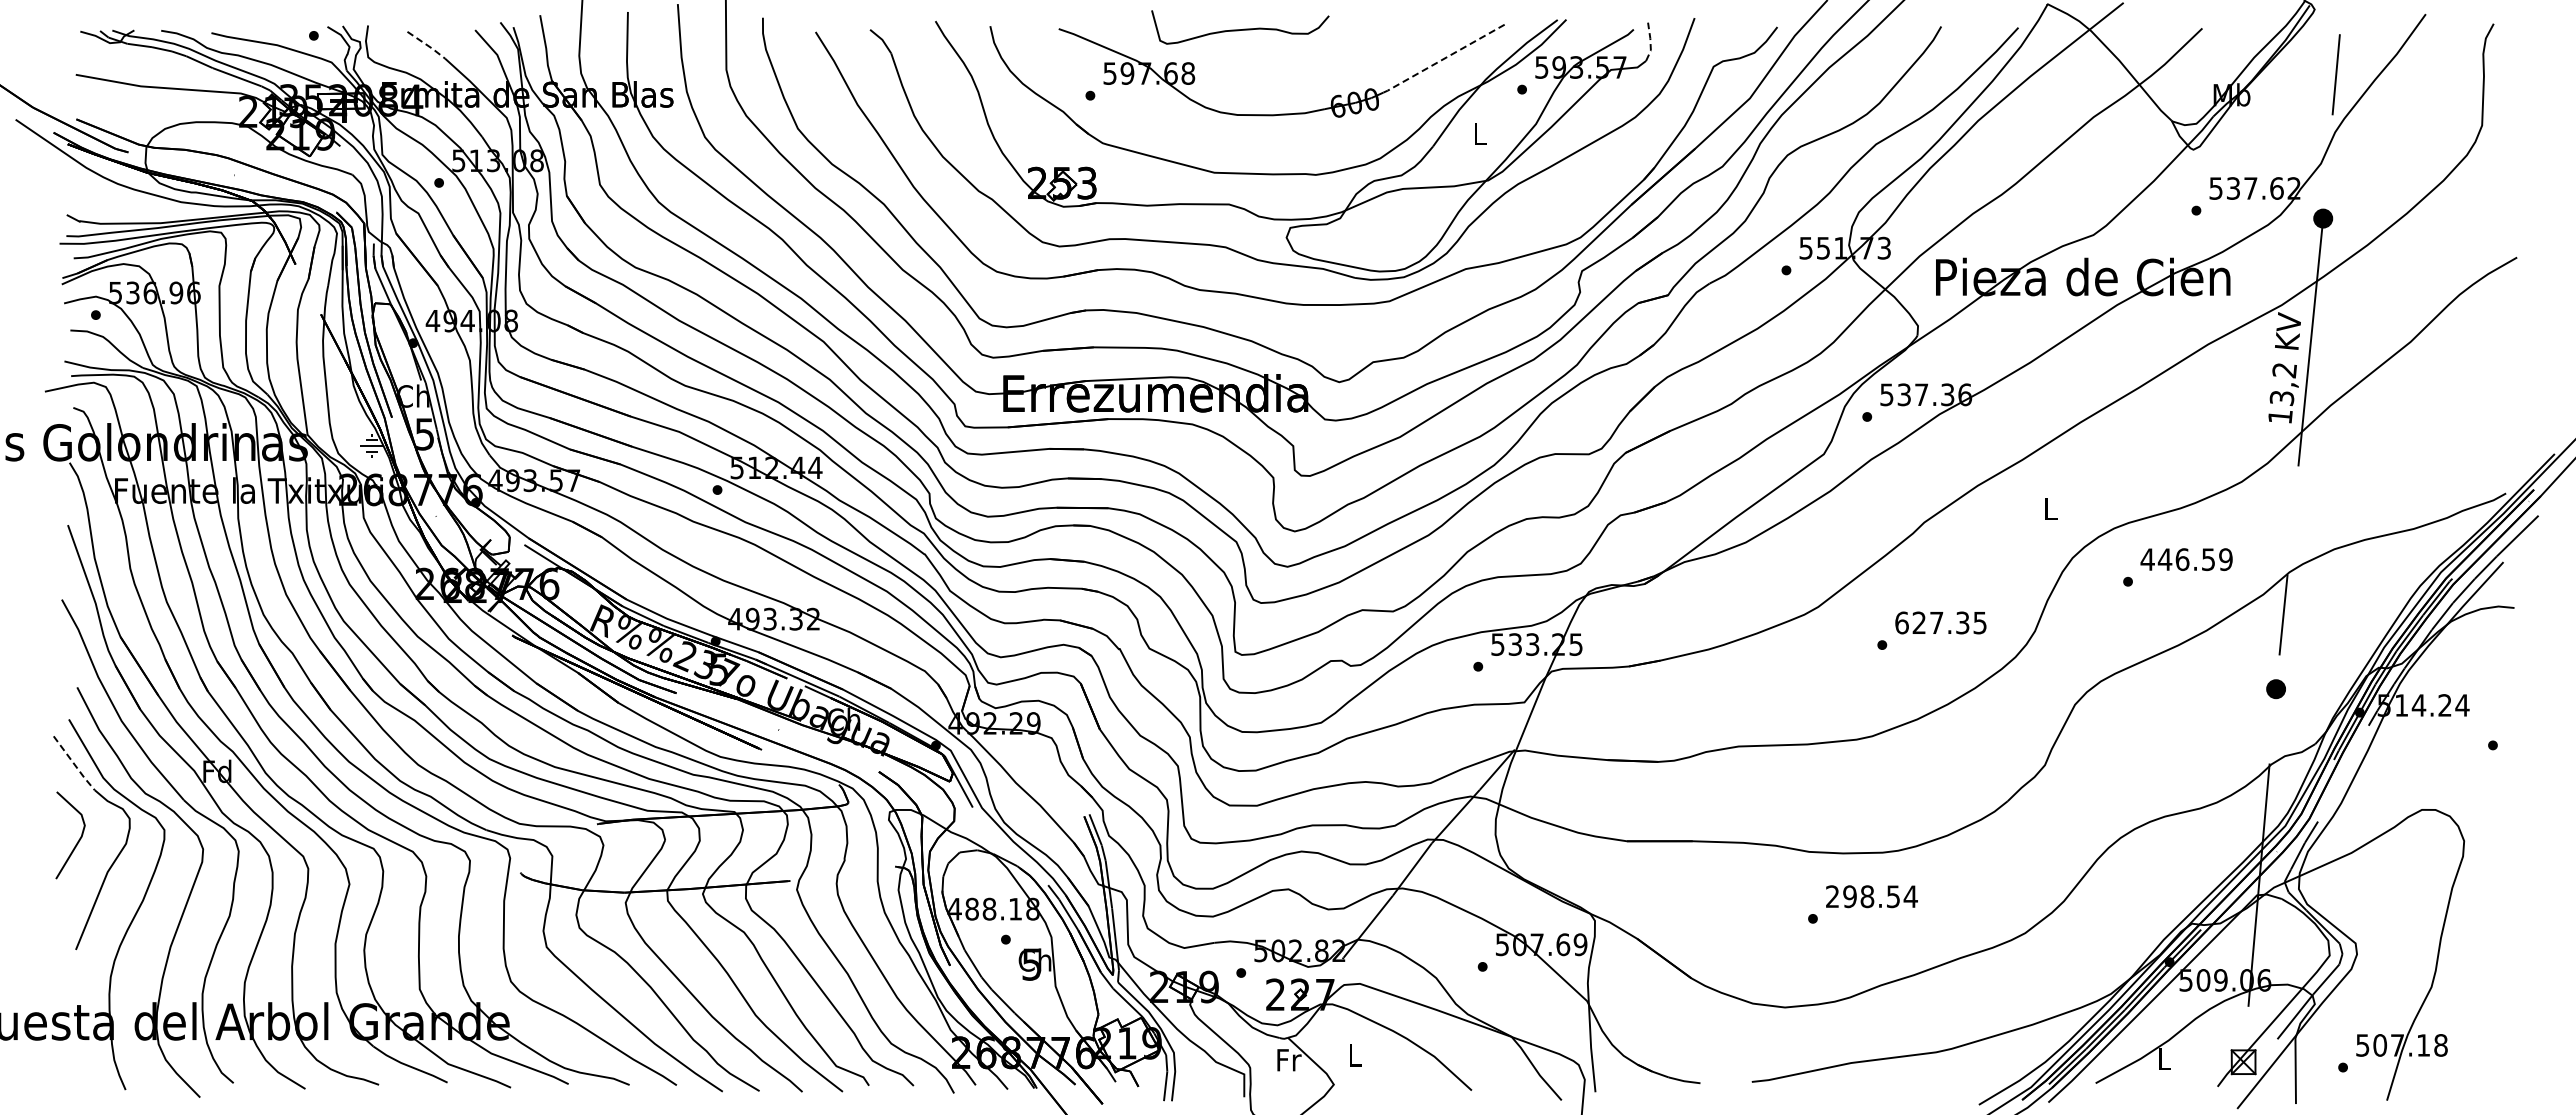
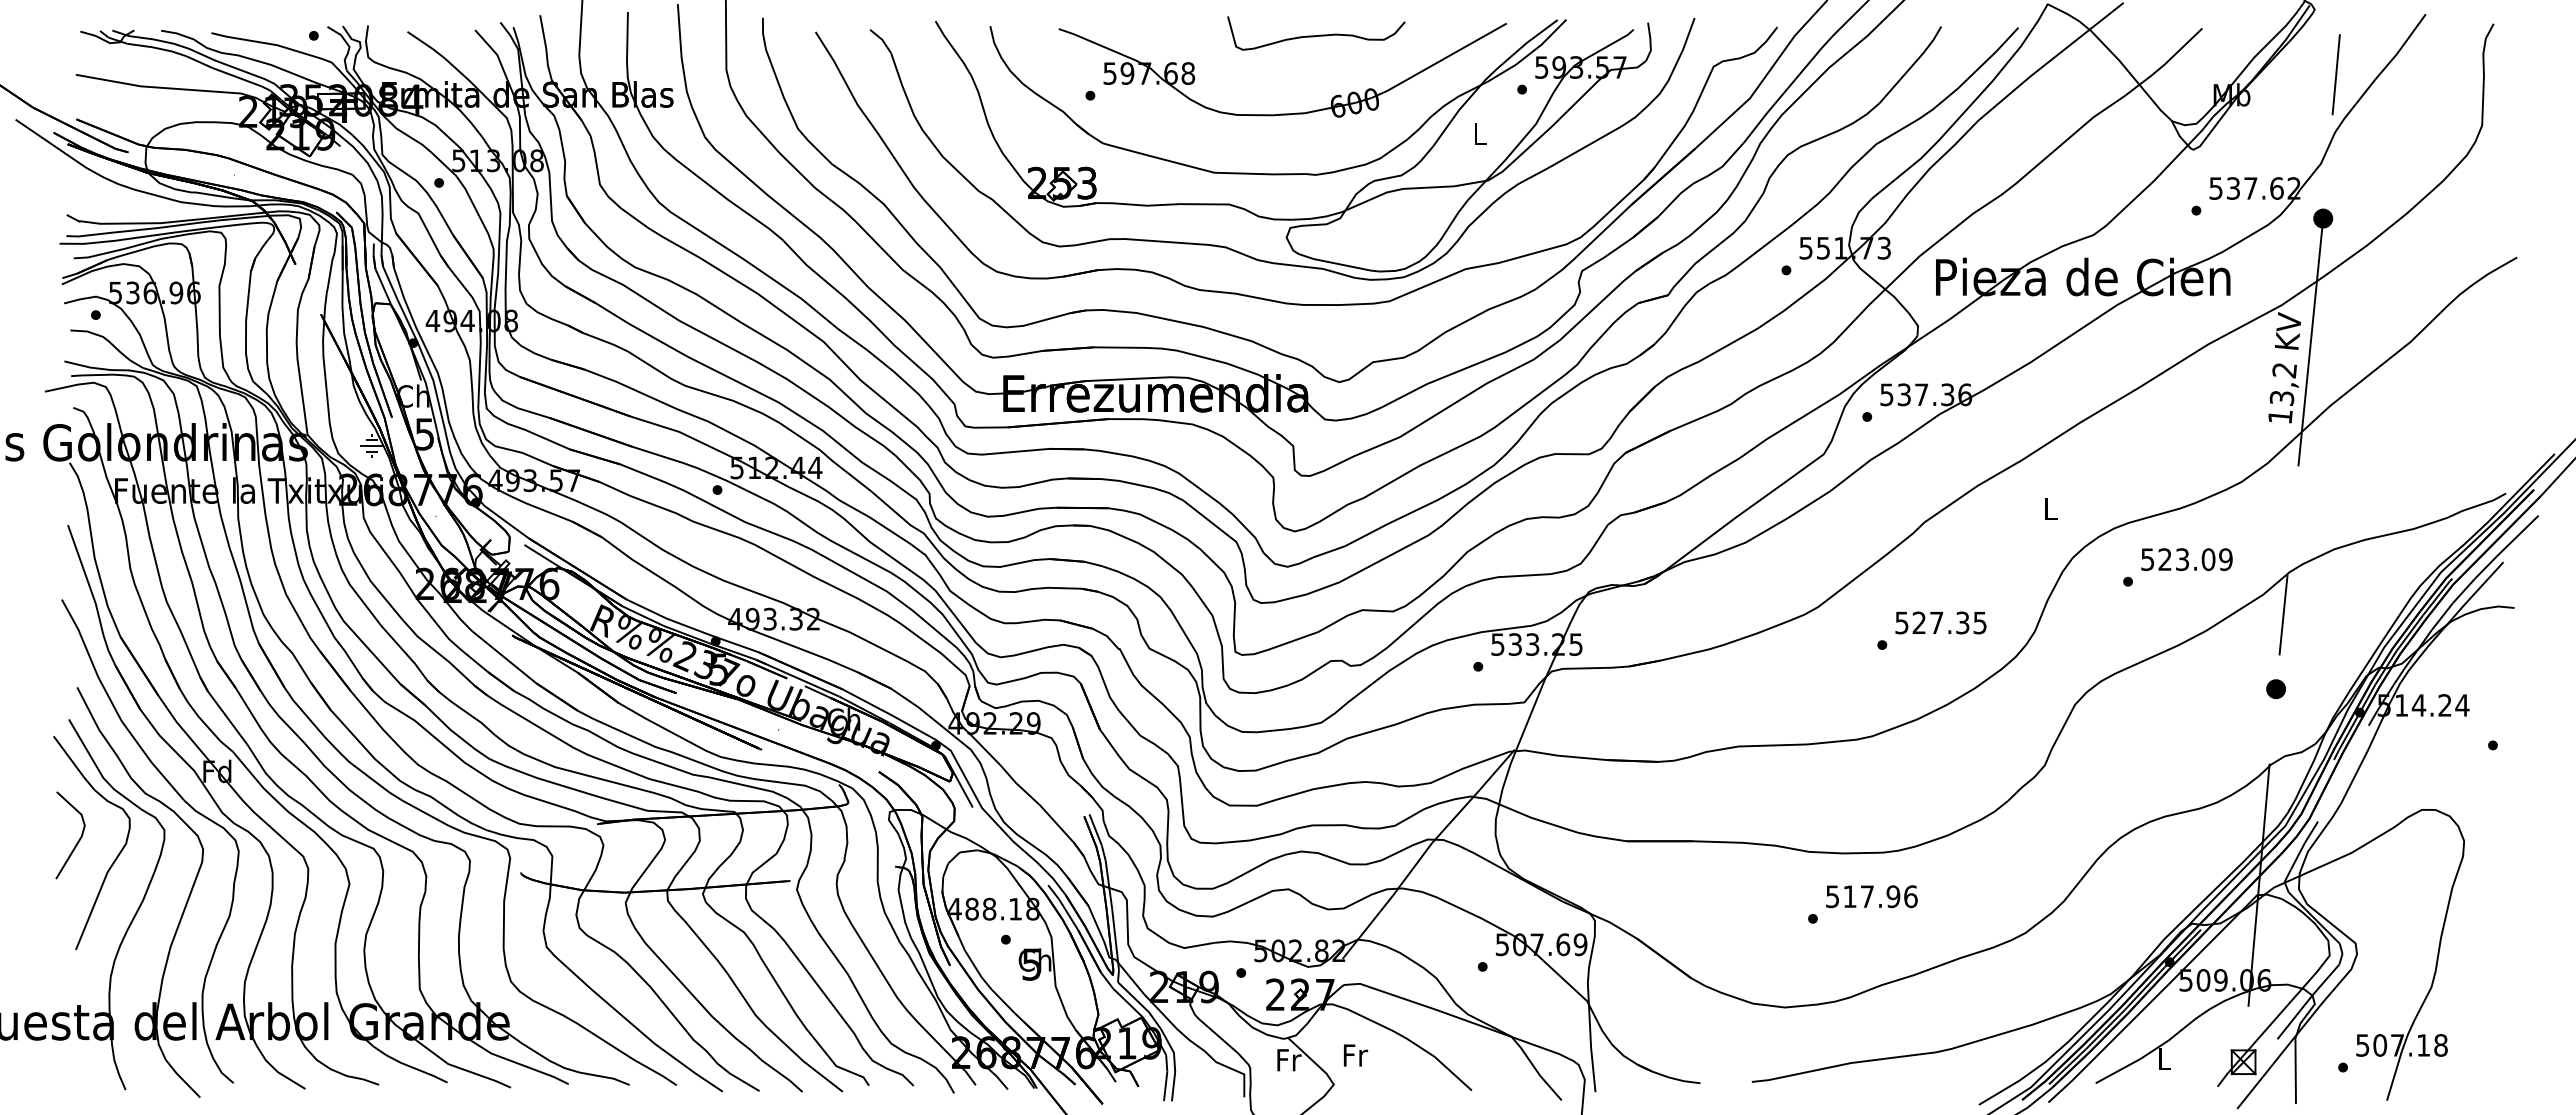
curve at (1240, 29) position: (1240, 29) -> (1316, 35)
line at (1650, 42): dashed -> solid
line at (426, 45): dashed -> solid
line at (1445, 58): dashed -> solid
text at (2177, 559): 446.59 -> 523.09
text at (1901, 622): 627.35 -> 527.35
line at (74, 764): dashed -> solid
text at (1871, 896): 298.54 -> 517.96
text at (1355, 1055): L -> Fr
